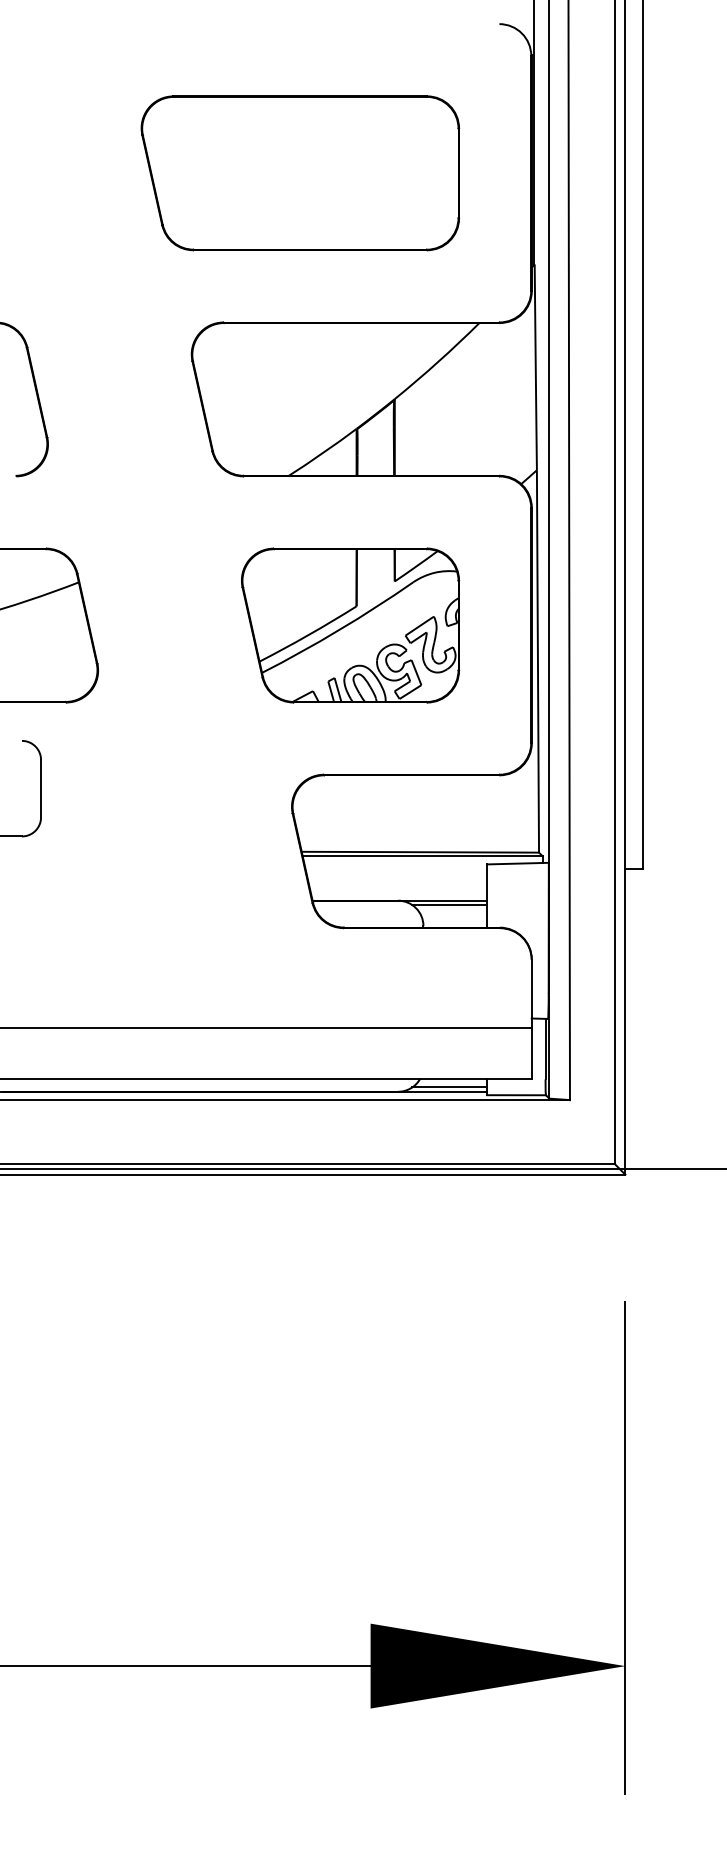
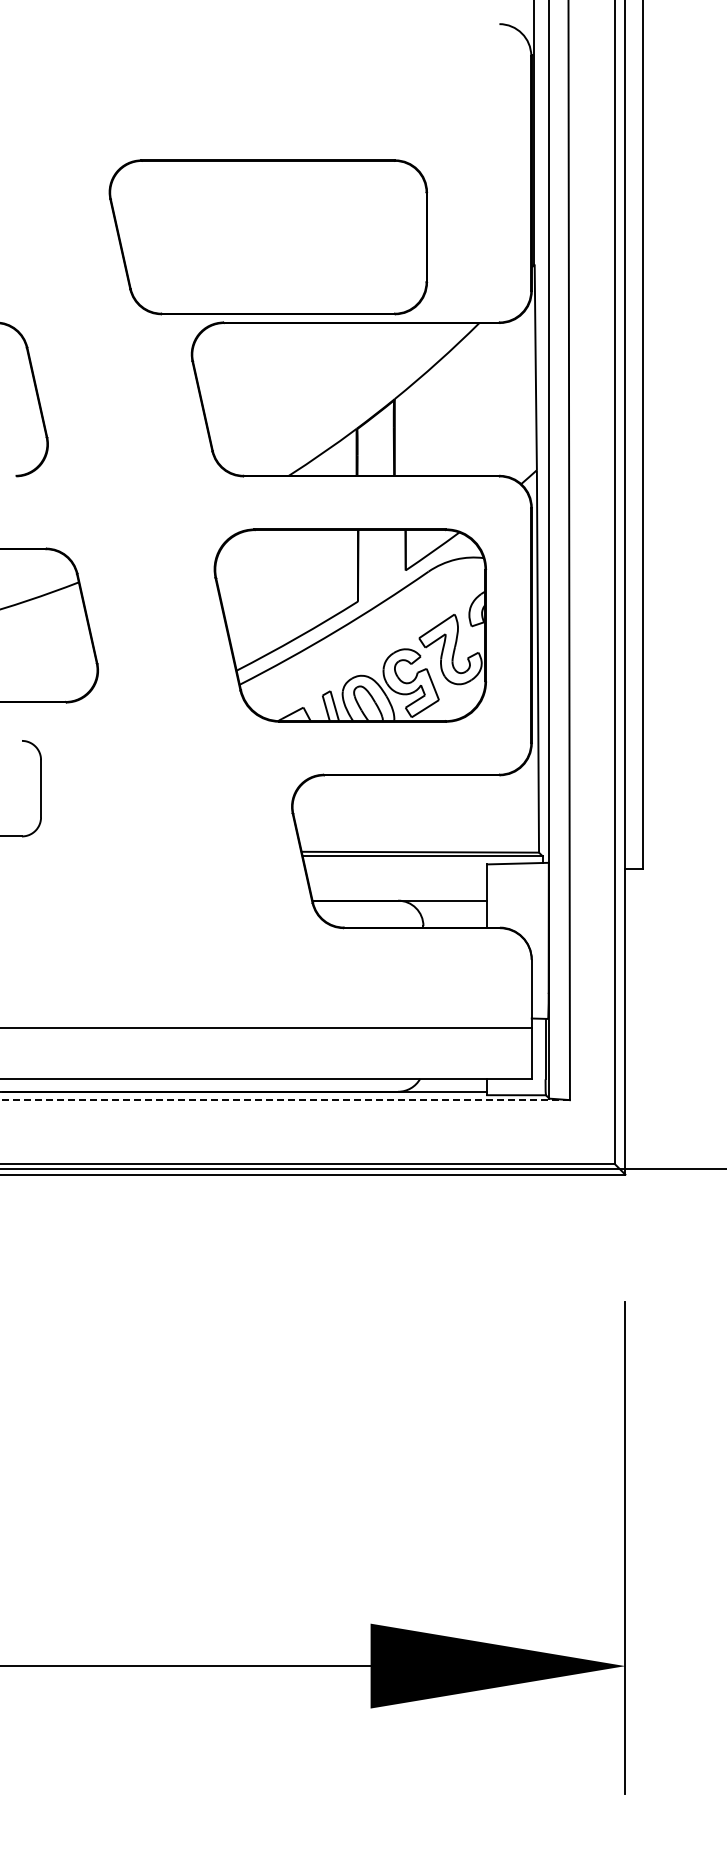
part at (300, 173) position: (300, 173) -> (268, 237)
part at (350, 625) size: 220x157 px -> 275x195 px
line at (449, 905): present -> none
line at (449, 1087): present -> none
line at (285, 1100): solid -> dashed
